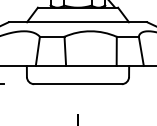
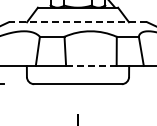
line at (77, 22): solid -> dashed
line at (91, 65): solid -> dashed
